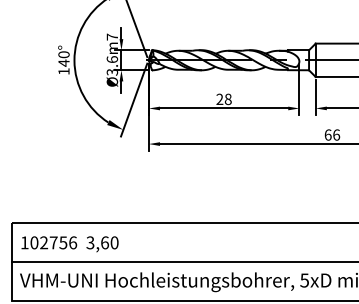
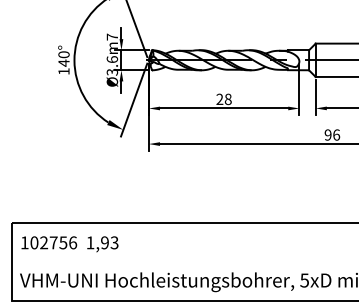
text at (327, 134): 66 -> 96
text at (102, 242): 3,60 -> 1,93
line at (183, 261): present -> none
